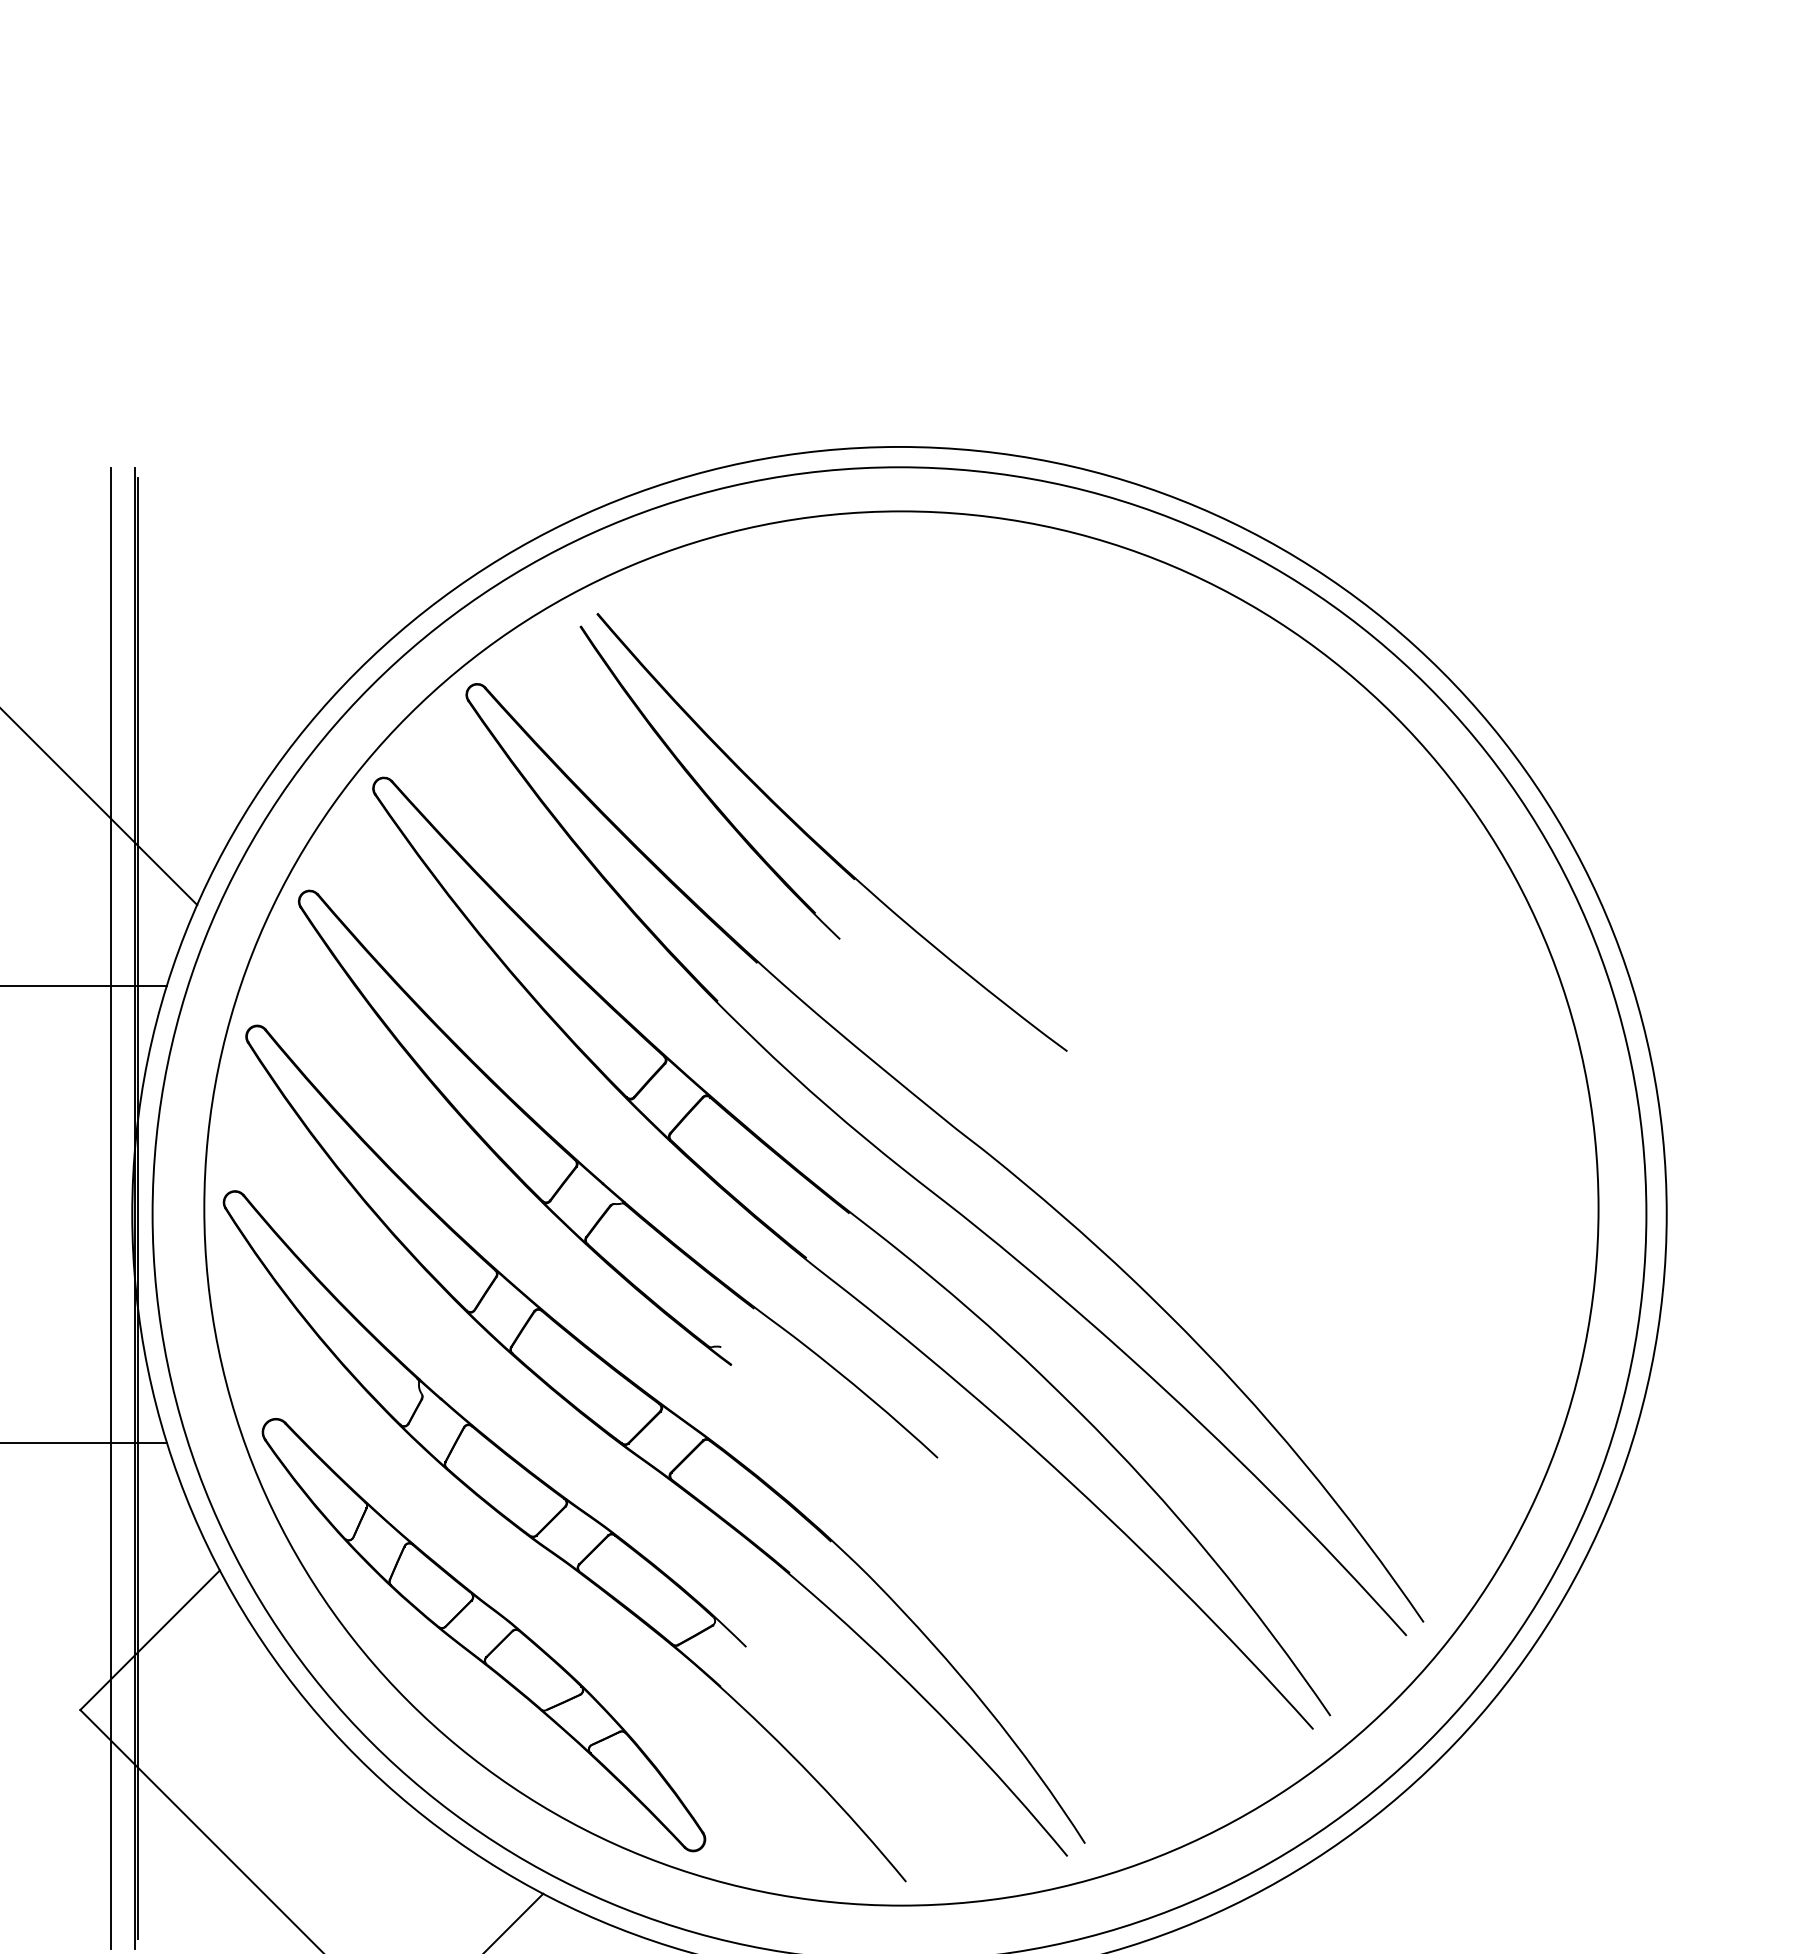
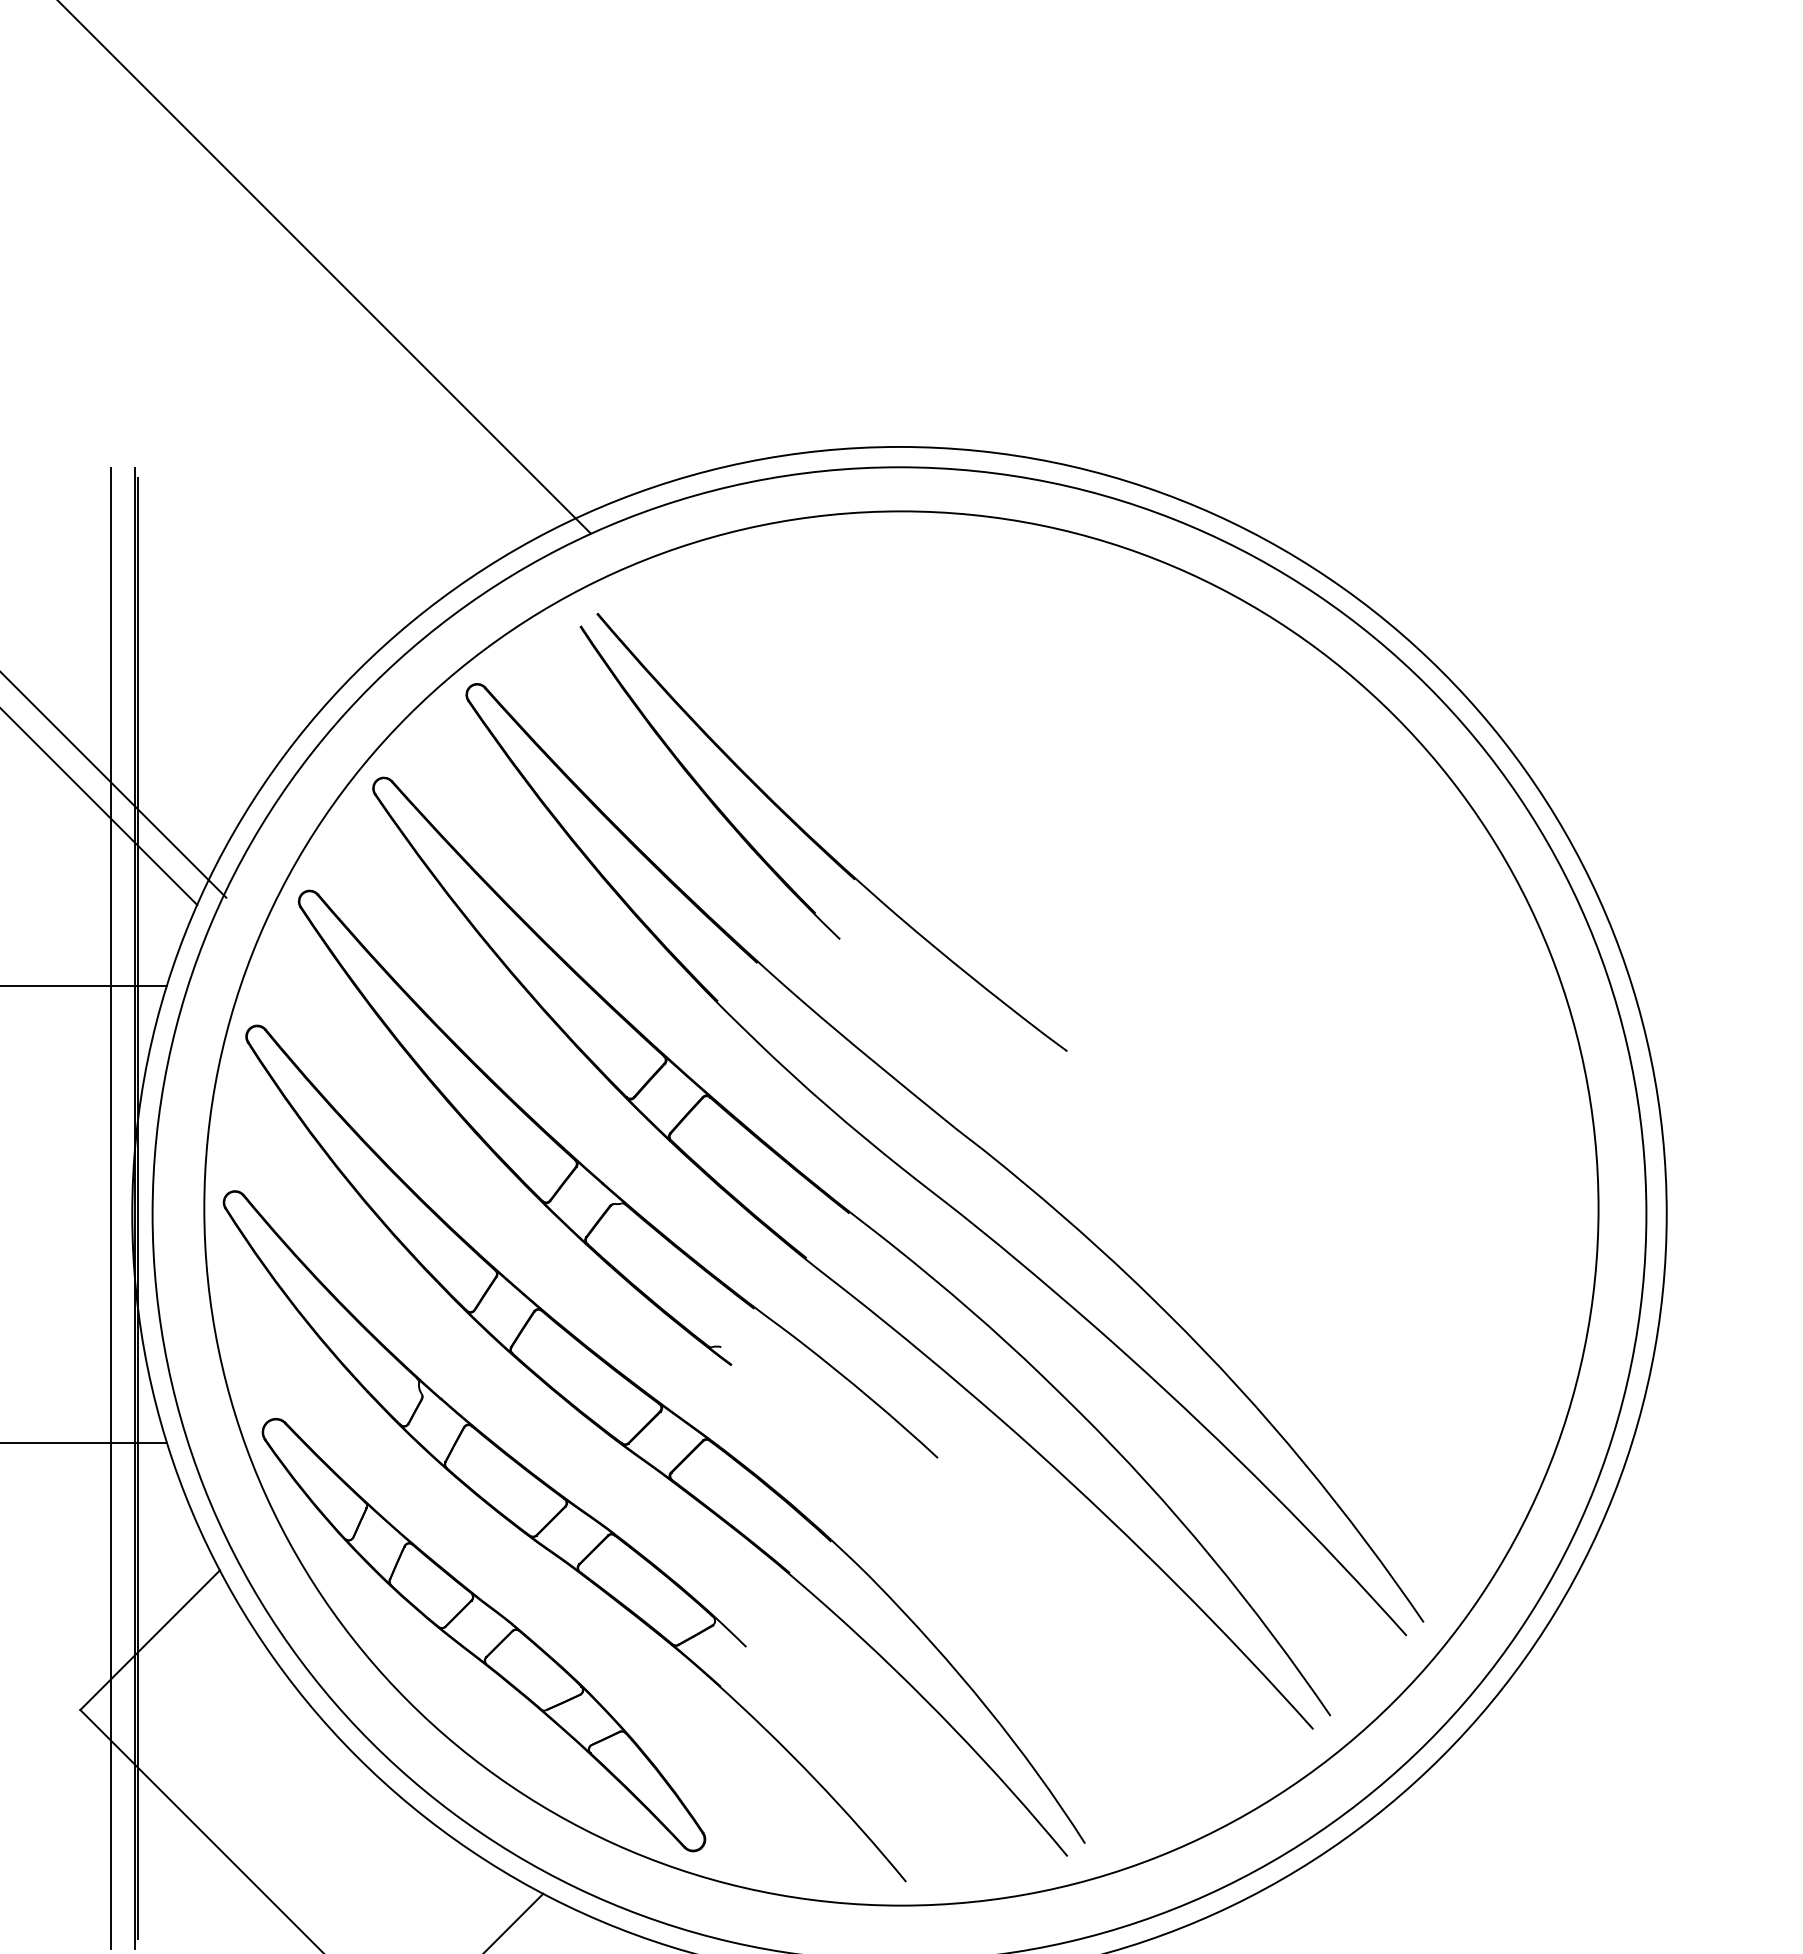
line at (324, 267): none -> present
line at (114, 785): none -> present
